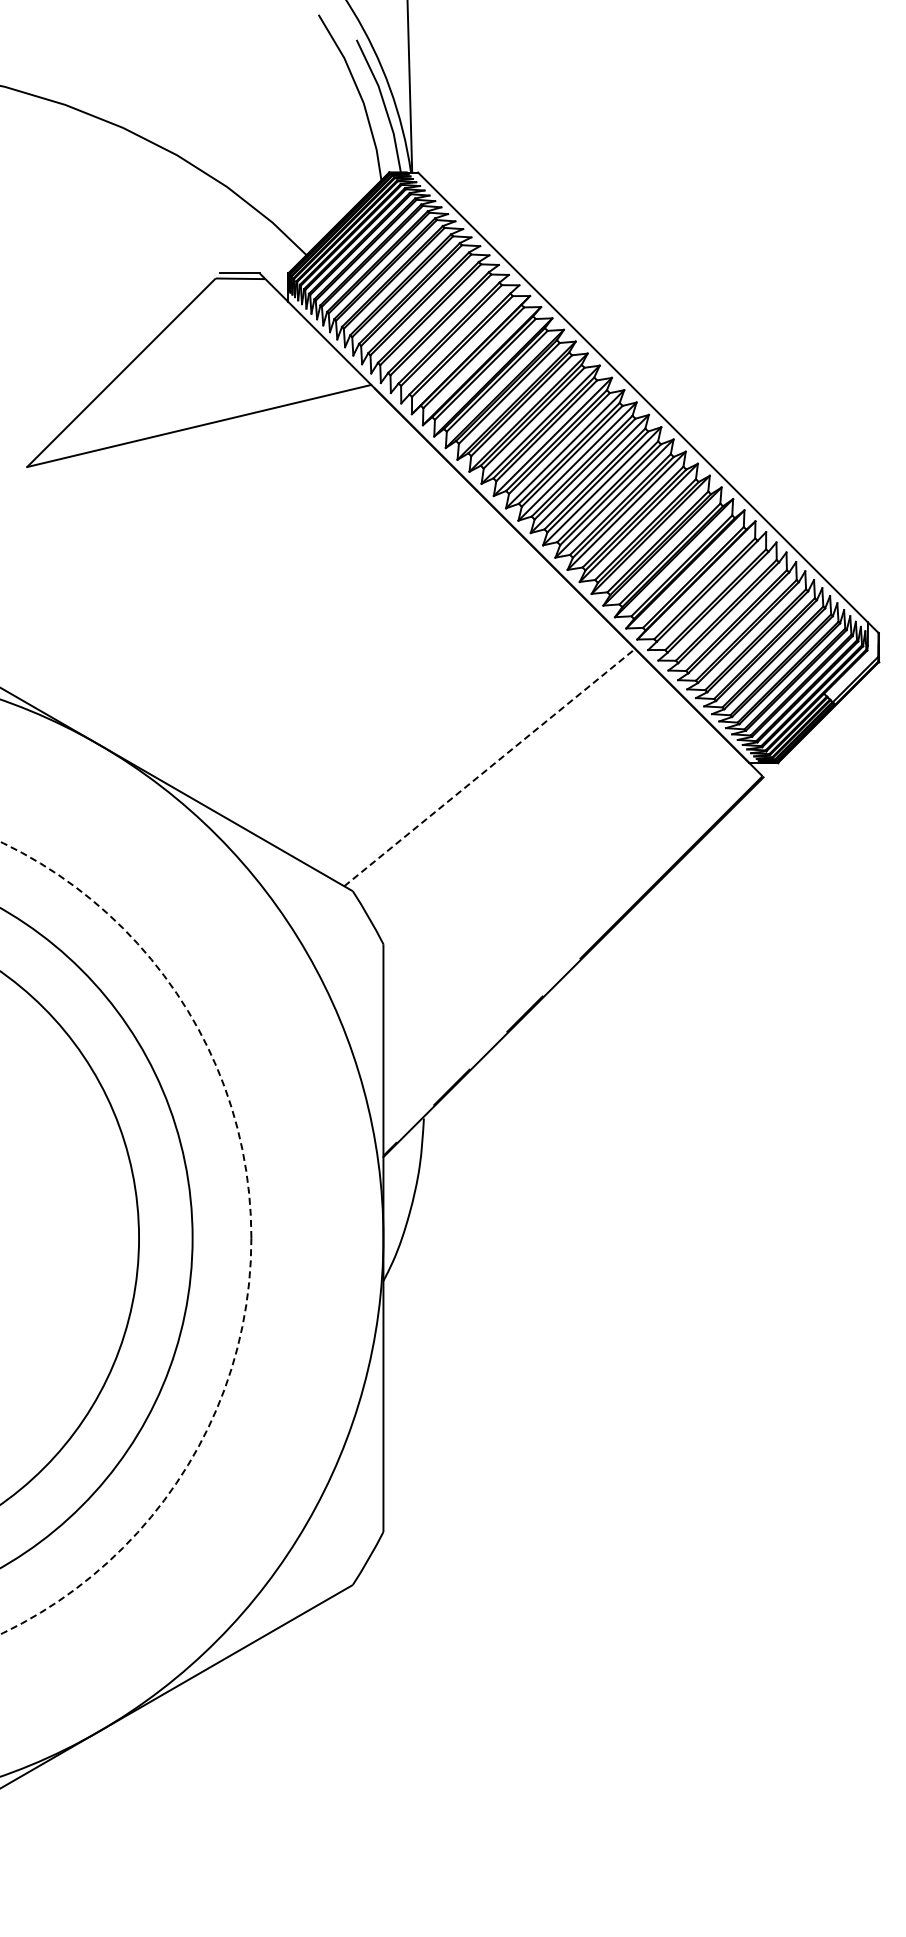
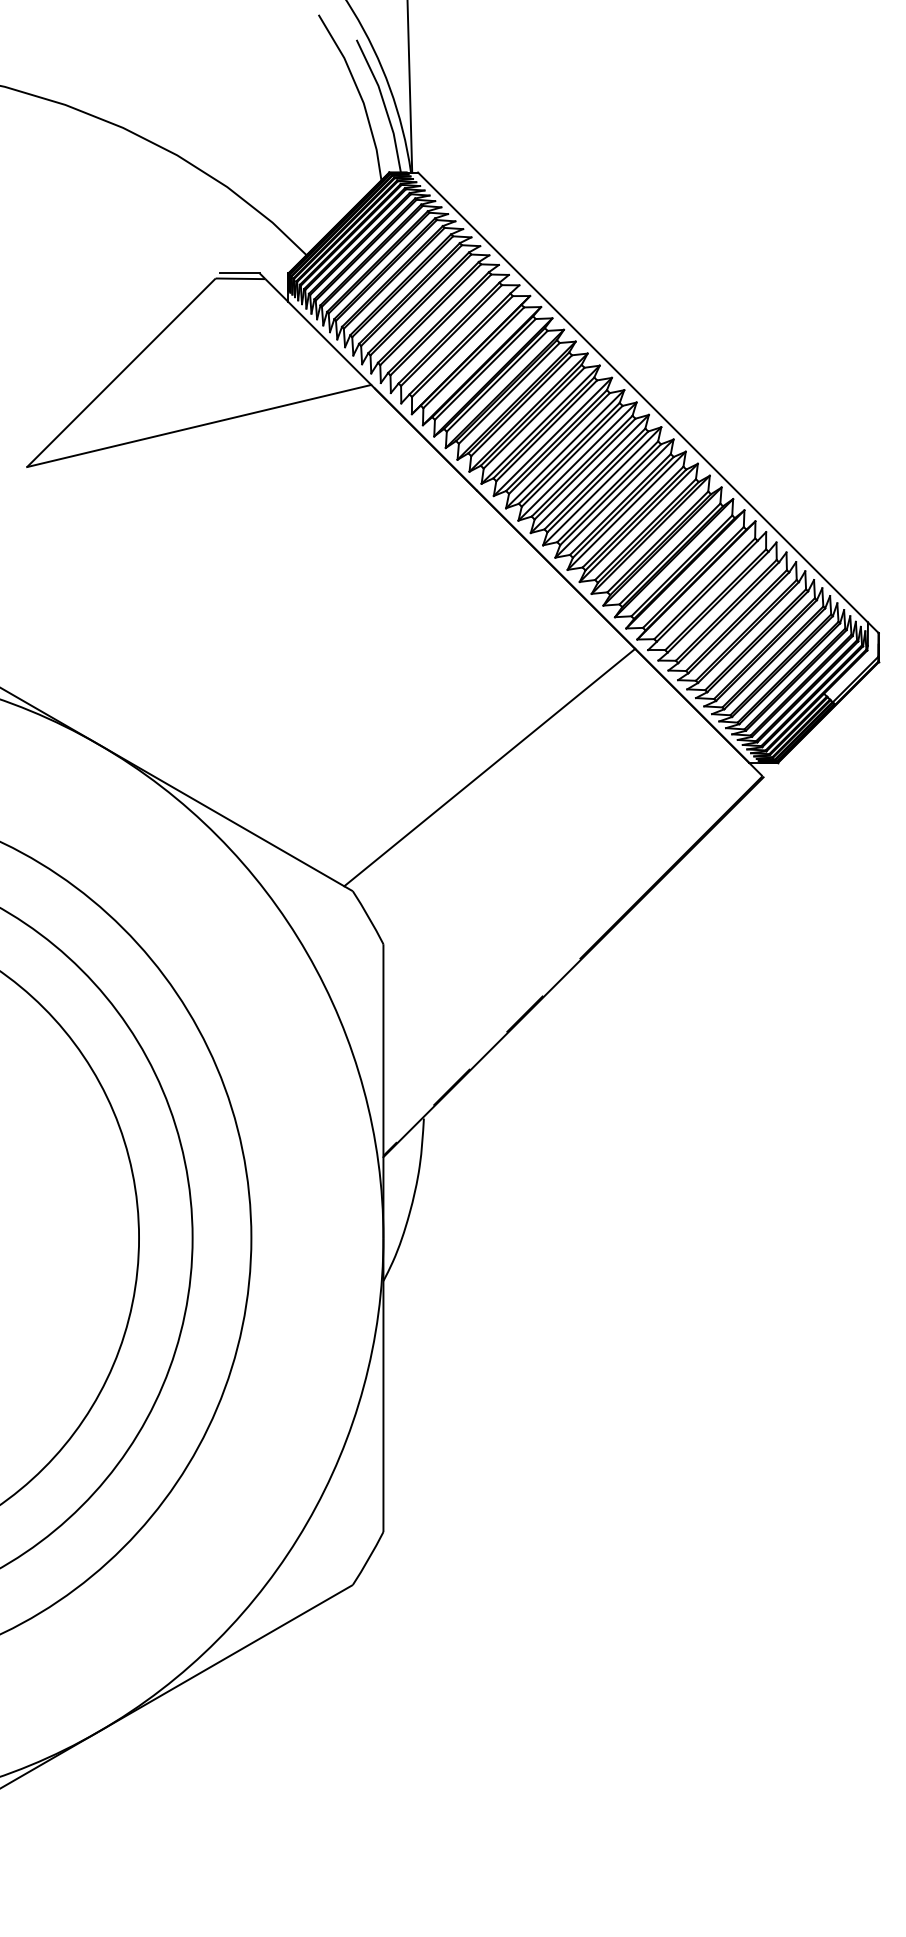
line at (489, 767): dashed -> solid
circle at (125, 1237): dashed -> solid
